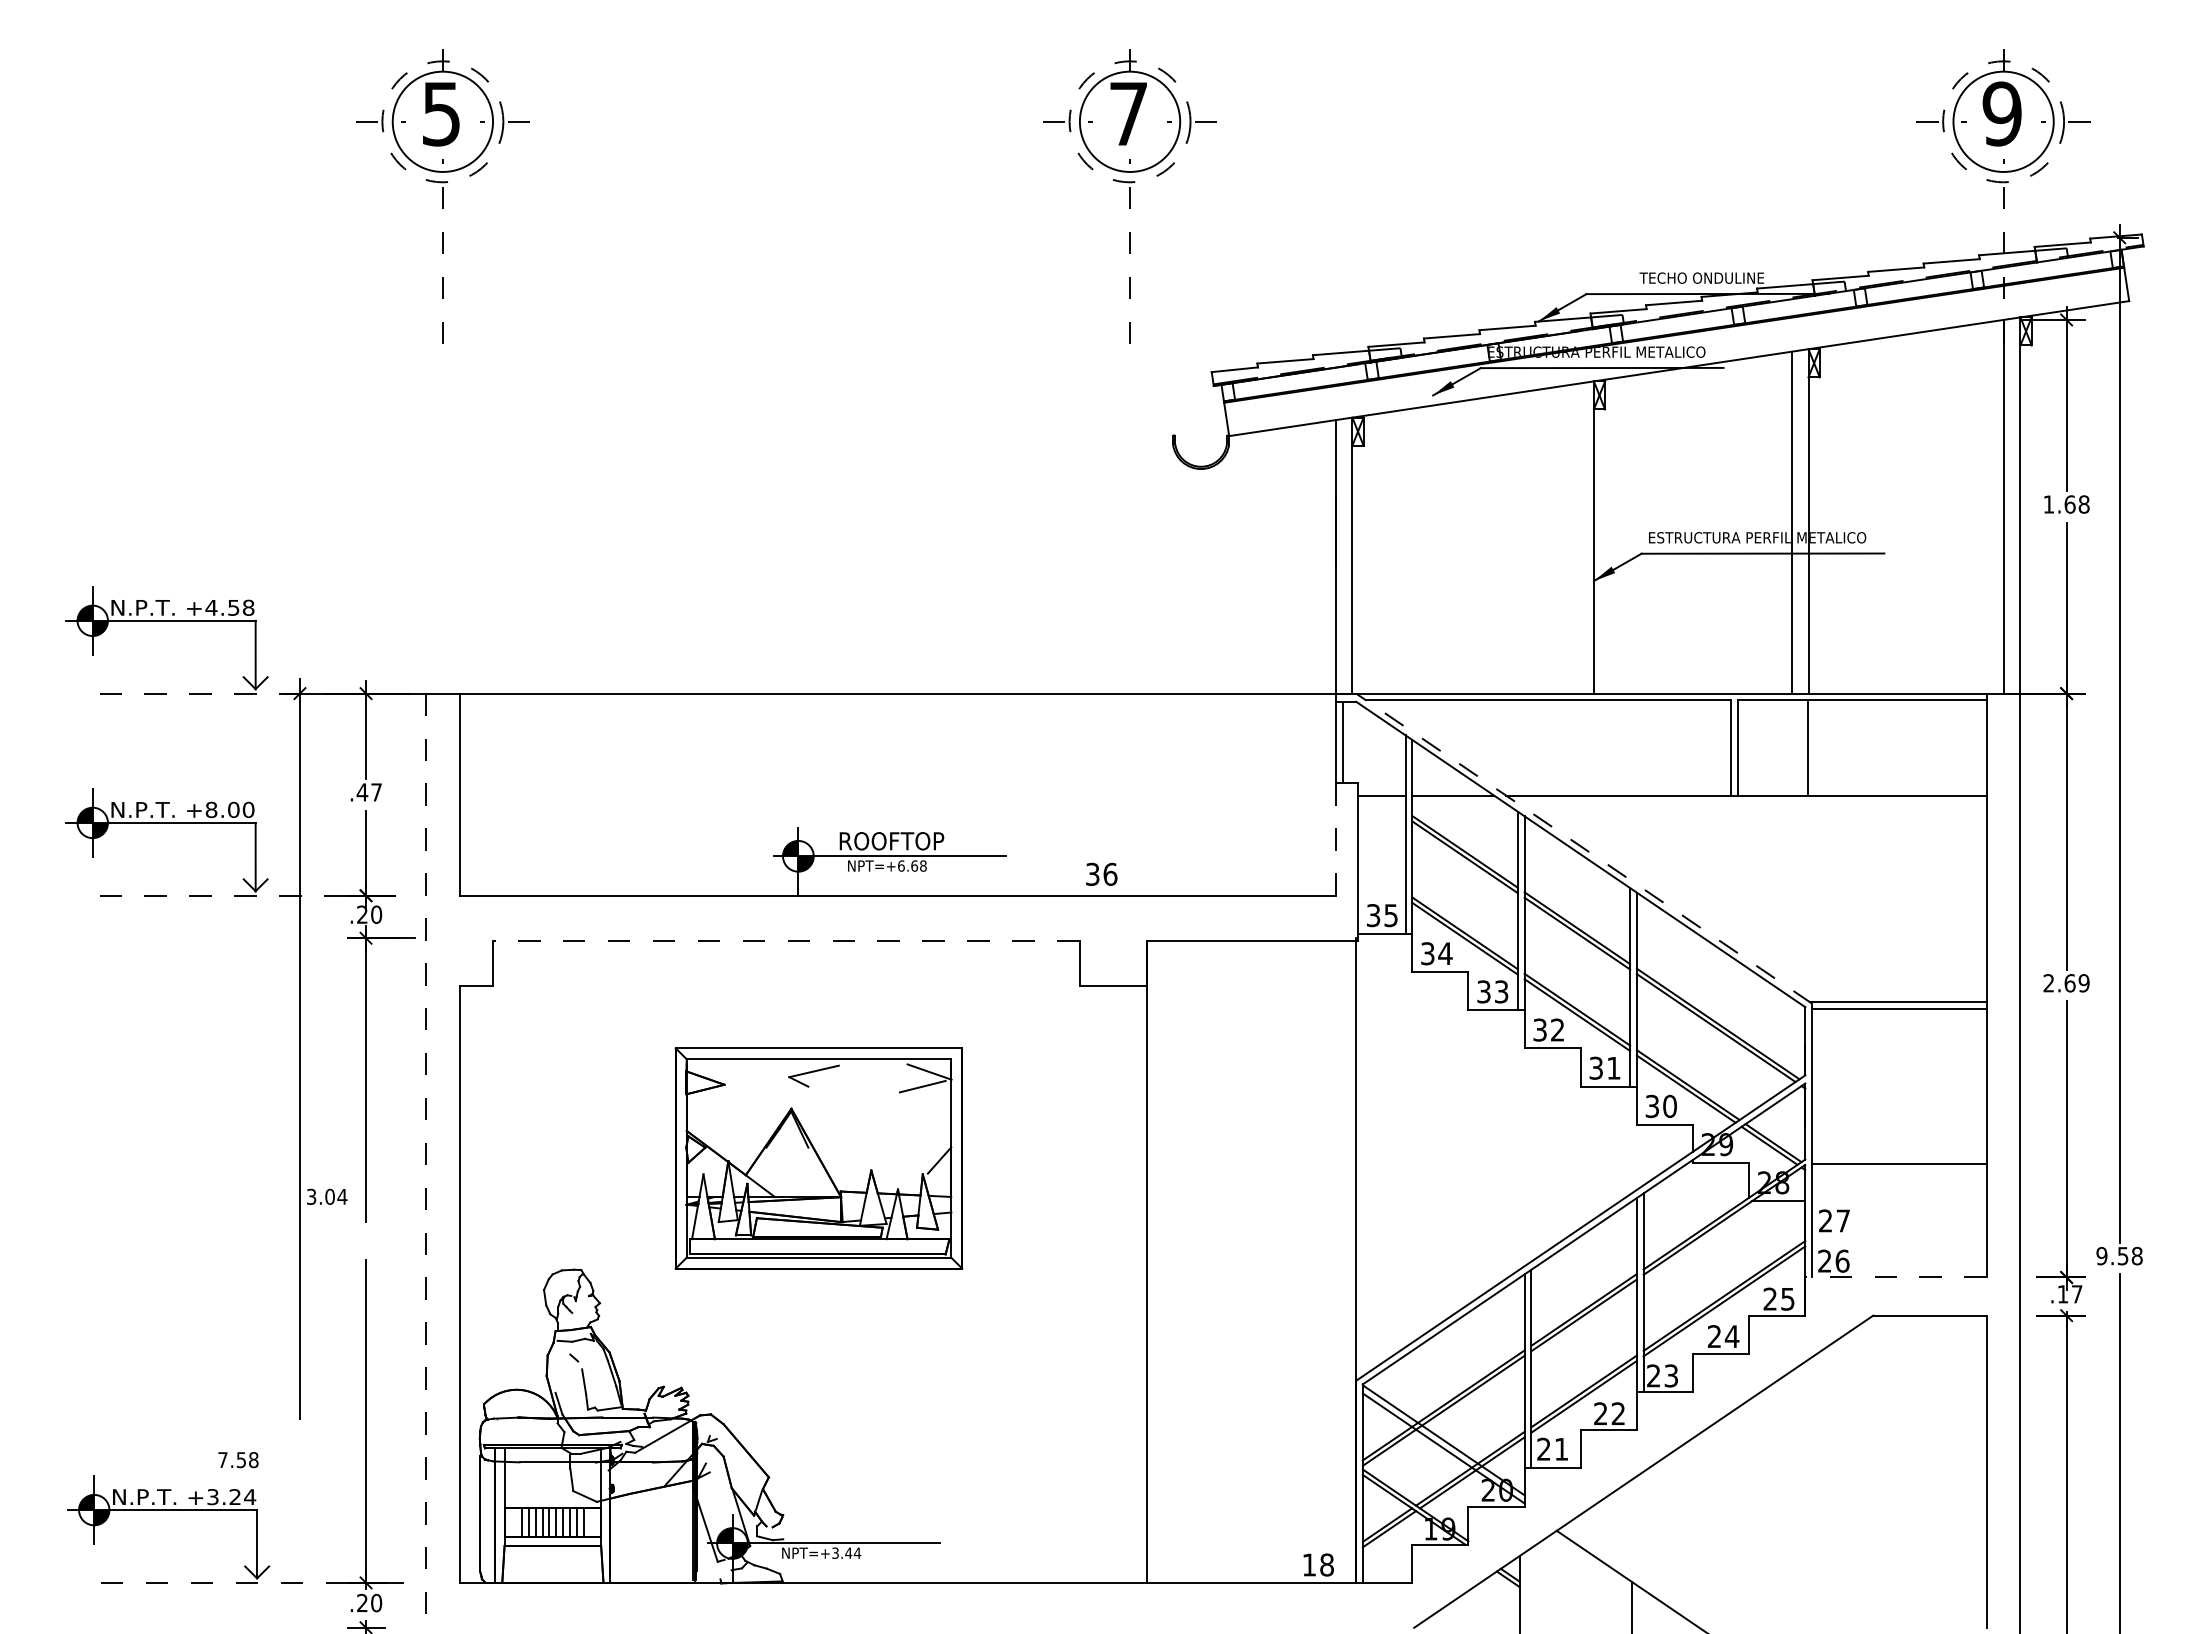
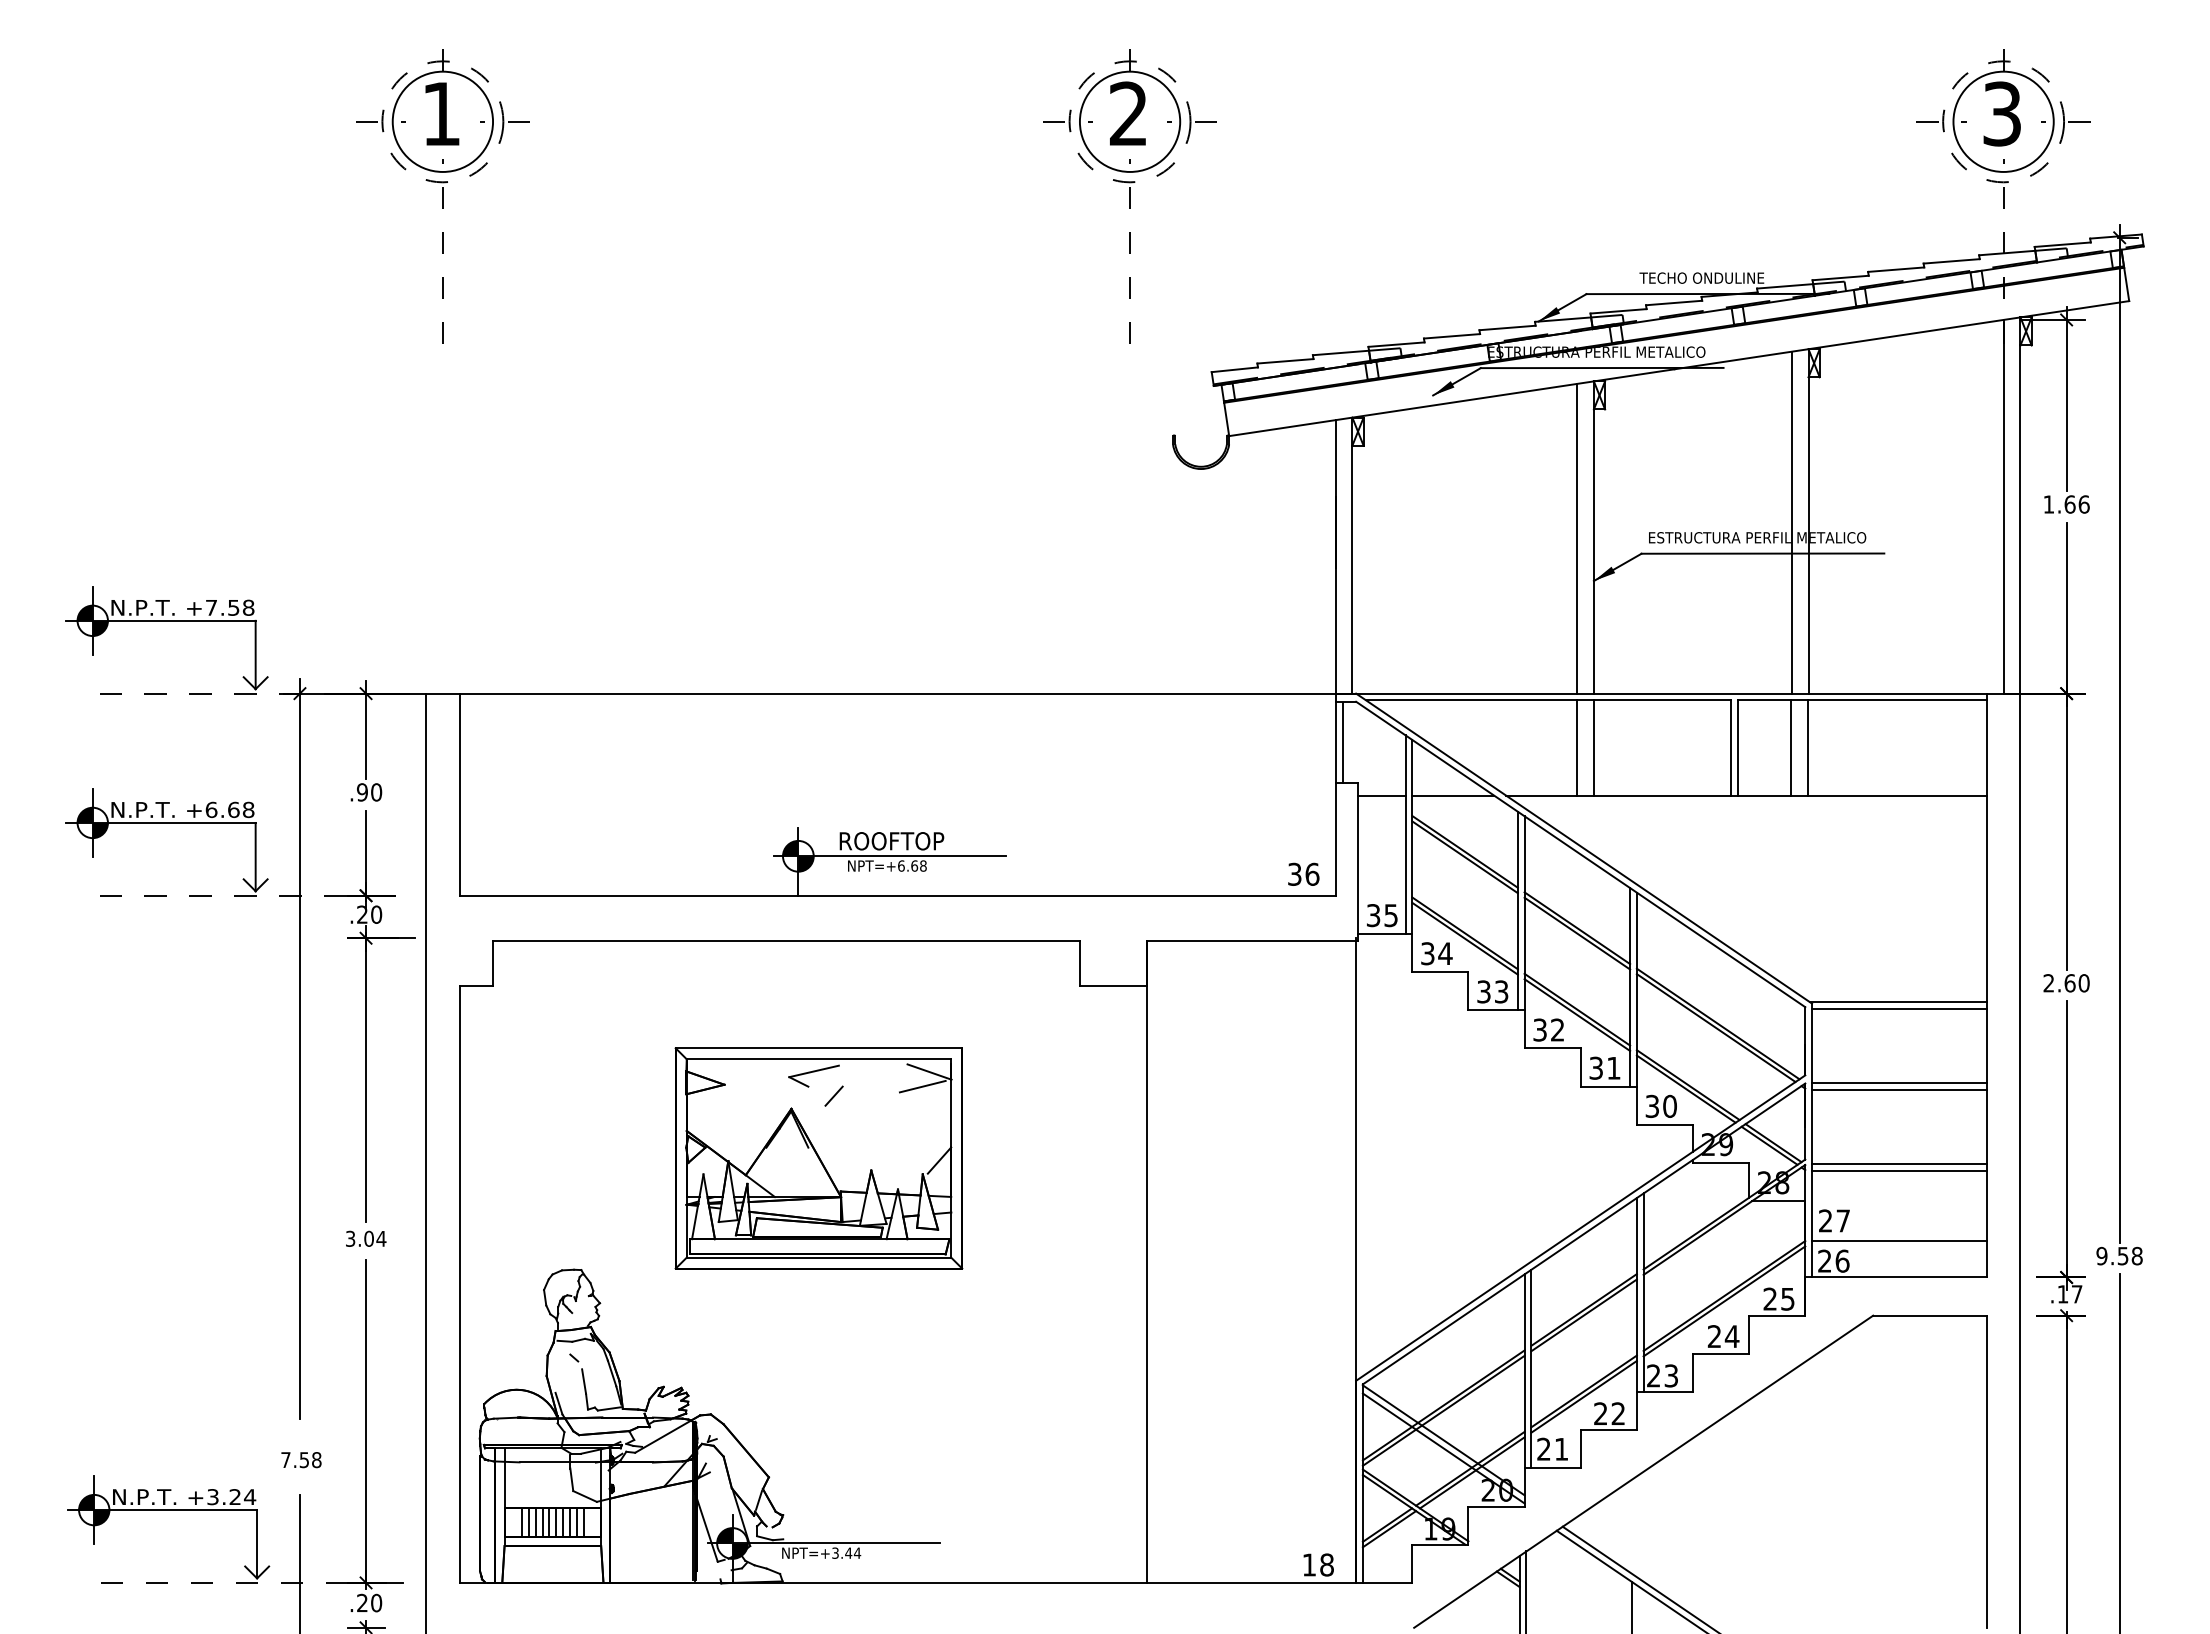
text at (1128, 113): 7 -> 2
text at (2001, 113): 9 -> 3
text at (441, 114): 5 -> 1
text at (2083, 504): 1.68 -> 1.66
line at (1577, 538): none -> present
text at (211, 607): +4.58 -> +7.58
line at (1576, 747): none -> present
line at (1593, 747): none -> present
line at (1791, 747): none -> present
text at (369, 792): .47 -> .90
text at (229, 809): +8.00 -> +6.68
line at (1335, 840): dashed -> solid
line at (1584, 848): dashed -> solid
text at (1101, 873) position: (1101, 873) -> (1303, 873)
line at (785, 940): dashed -> solid
text at (2083, 983): 2.69 -> 2.60
line at (1899, 1082): none -> present
line at (1899, 1089): none -> present
line at (833, 1095): none -> present
line at (426, 1163): dashed -> solid
line at (1899, 1170): none -> present
text at (327, 1196) position: (327, 1196) -> (366, 1238)
line at (1899, 1241): none -> present
line at (1896, 1277): dashed -> solid
text at (238, 1460) position: (238, 1460) -> (301, 1460)
line at (299, 1562): none -> present
line at (1638, 1578): none -> present
line at (1526, 1590): none -> present
